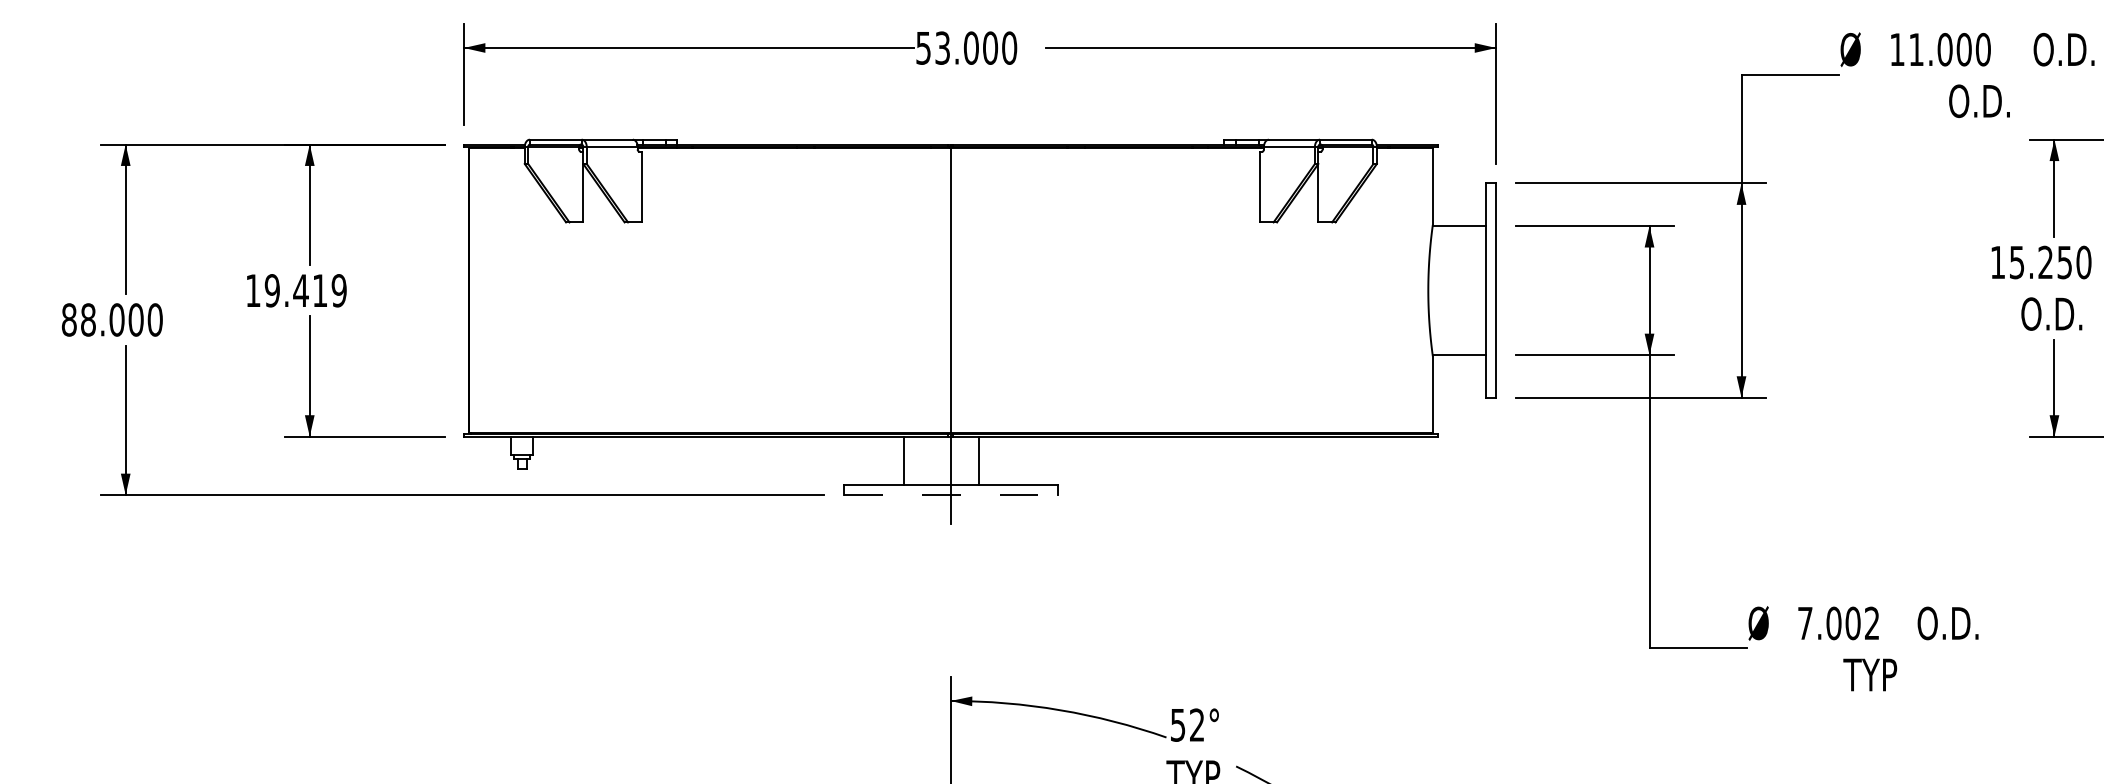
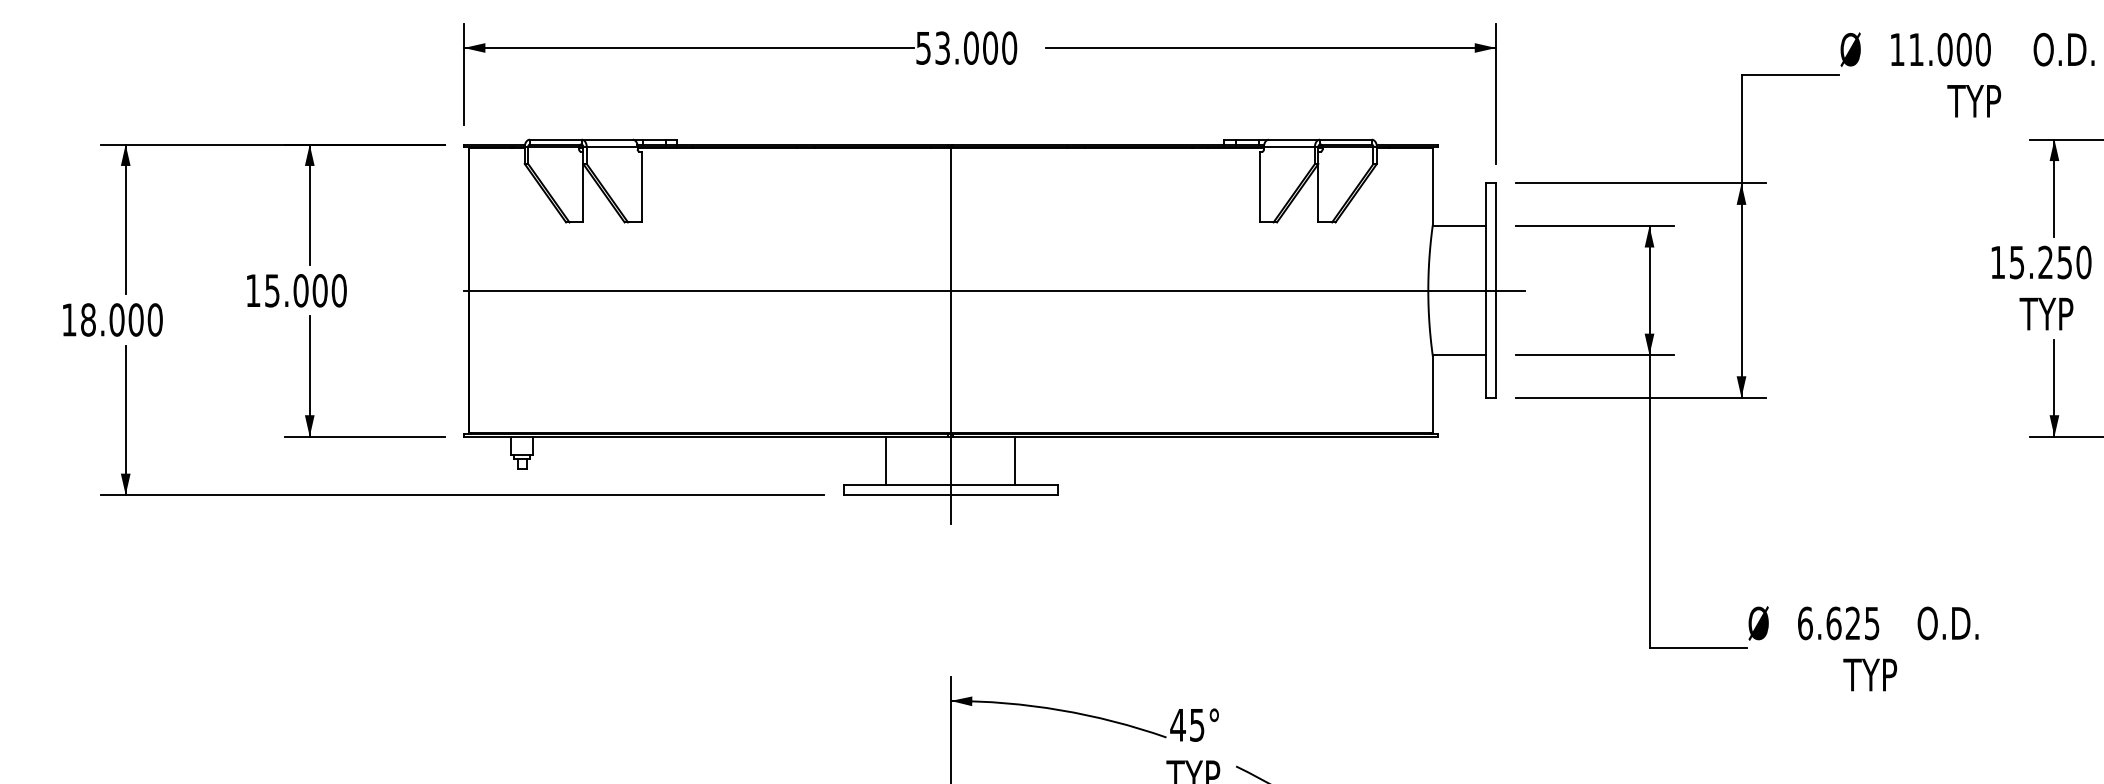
text at (1978, 101): O.D. -> TYP
text at (305, 290): 19.419 -> 15.000
line at (994, 290): none -> present
text at (2050, 313): O.D. -> TYP
text at (68, 319): 88.000 -> 18.000
line at (904, 460) position: (904, 460) -> (886, 460)
line at (979, 460) position: (979, 460) -> (1015, 460)
line at (951, 495): dashed -> solid
text at (1838, 623): 7.002 -> 6.625
text at (1187, 724): 52° -> 45°
